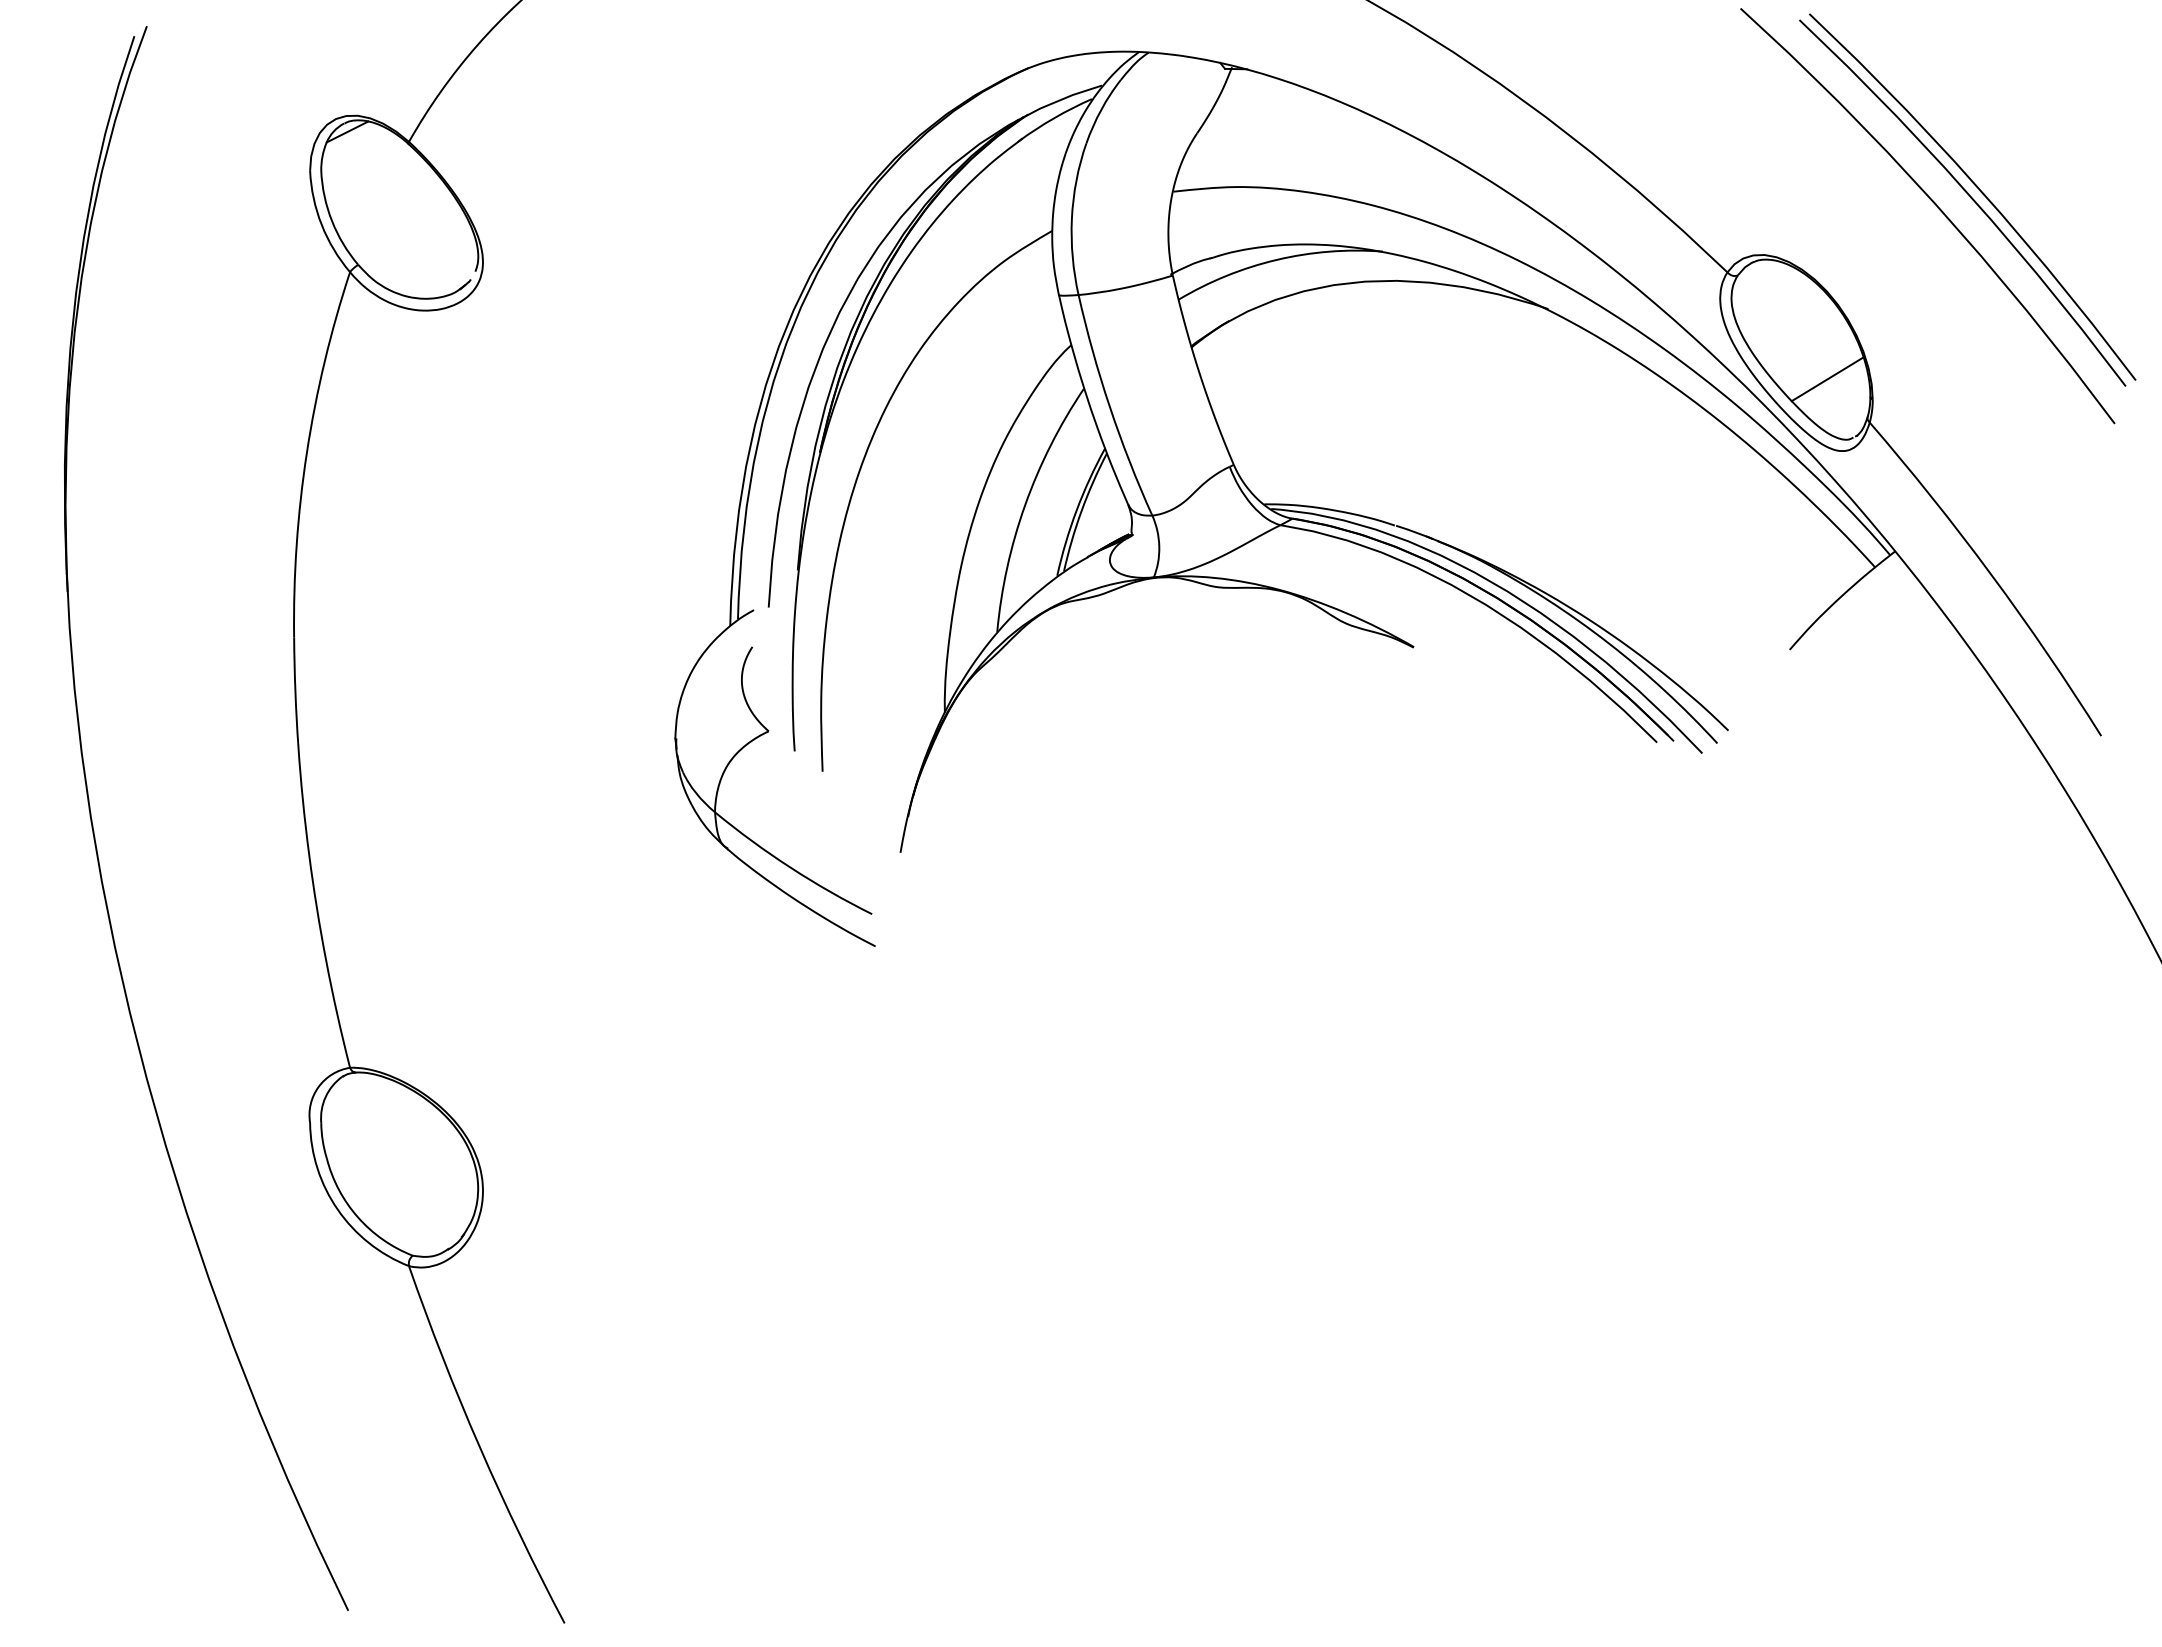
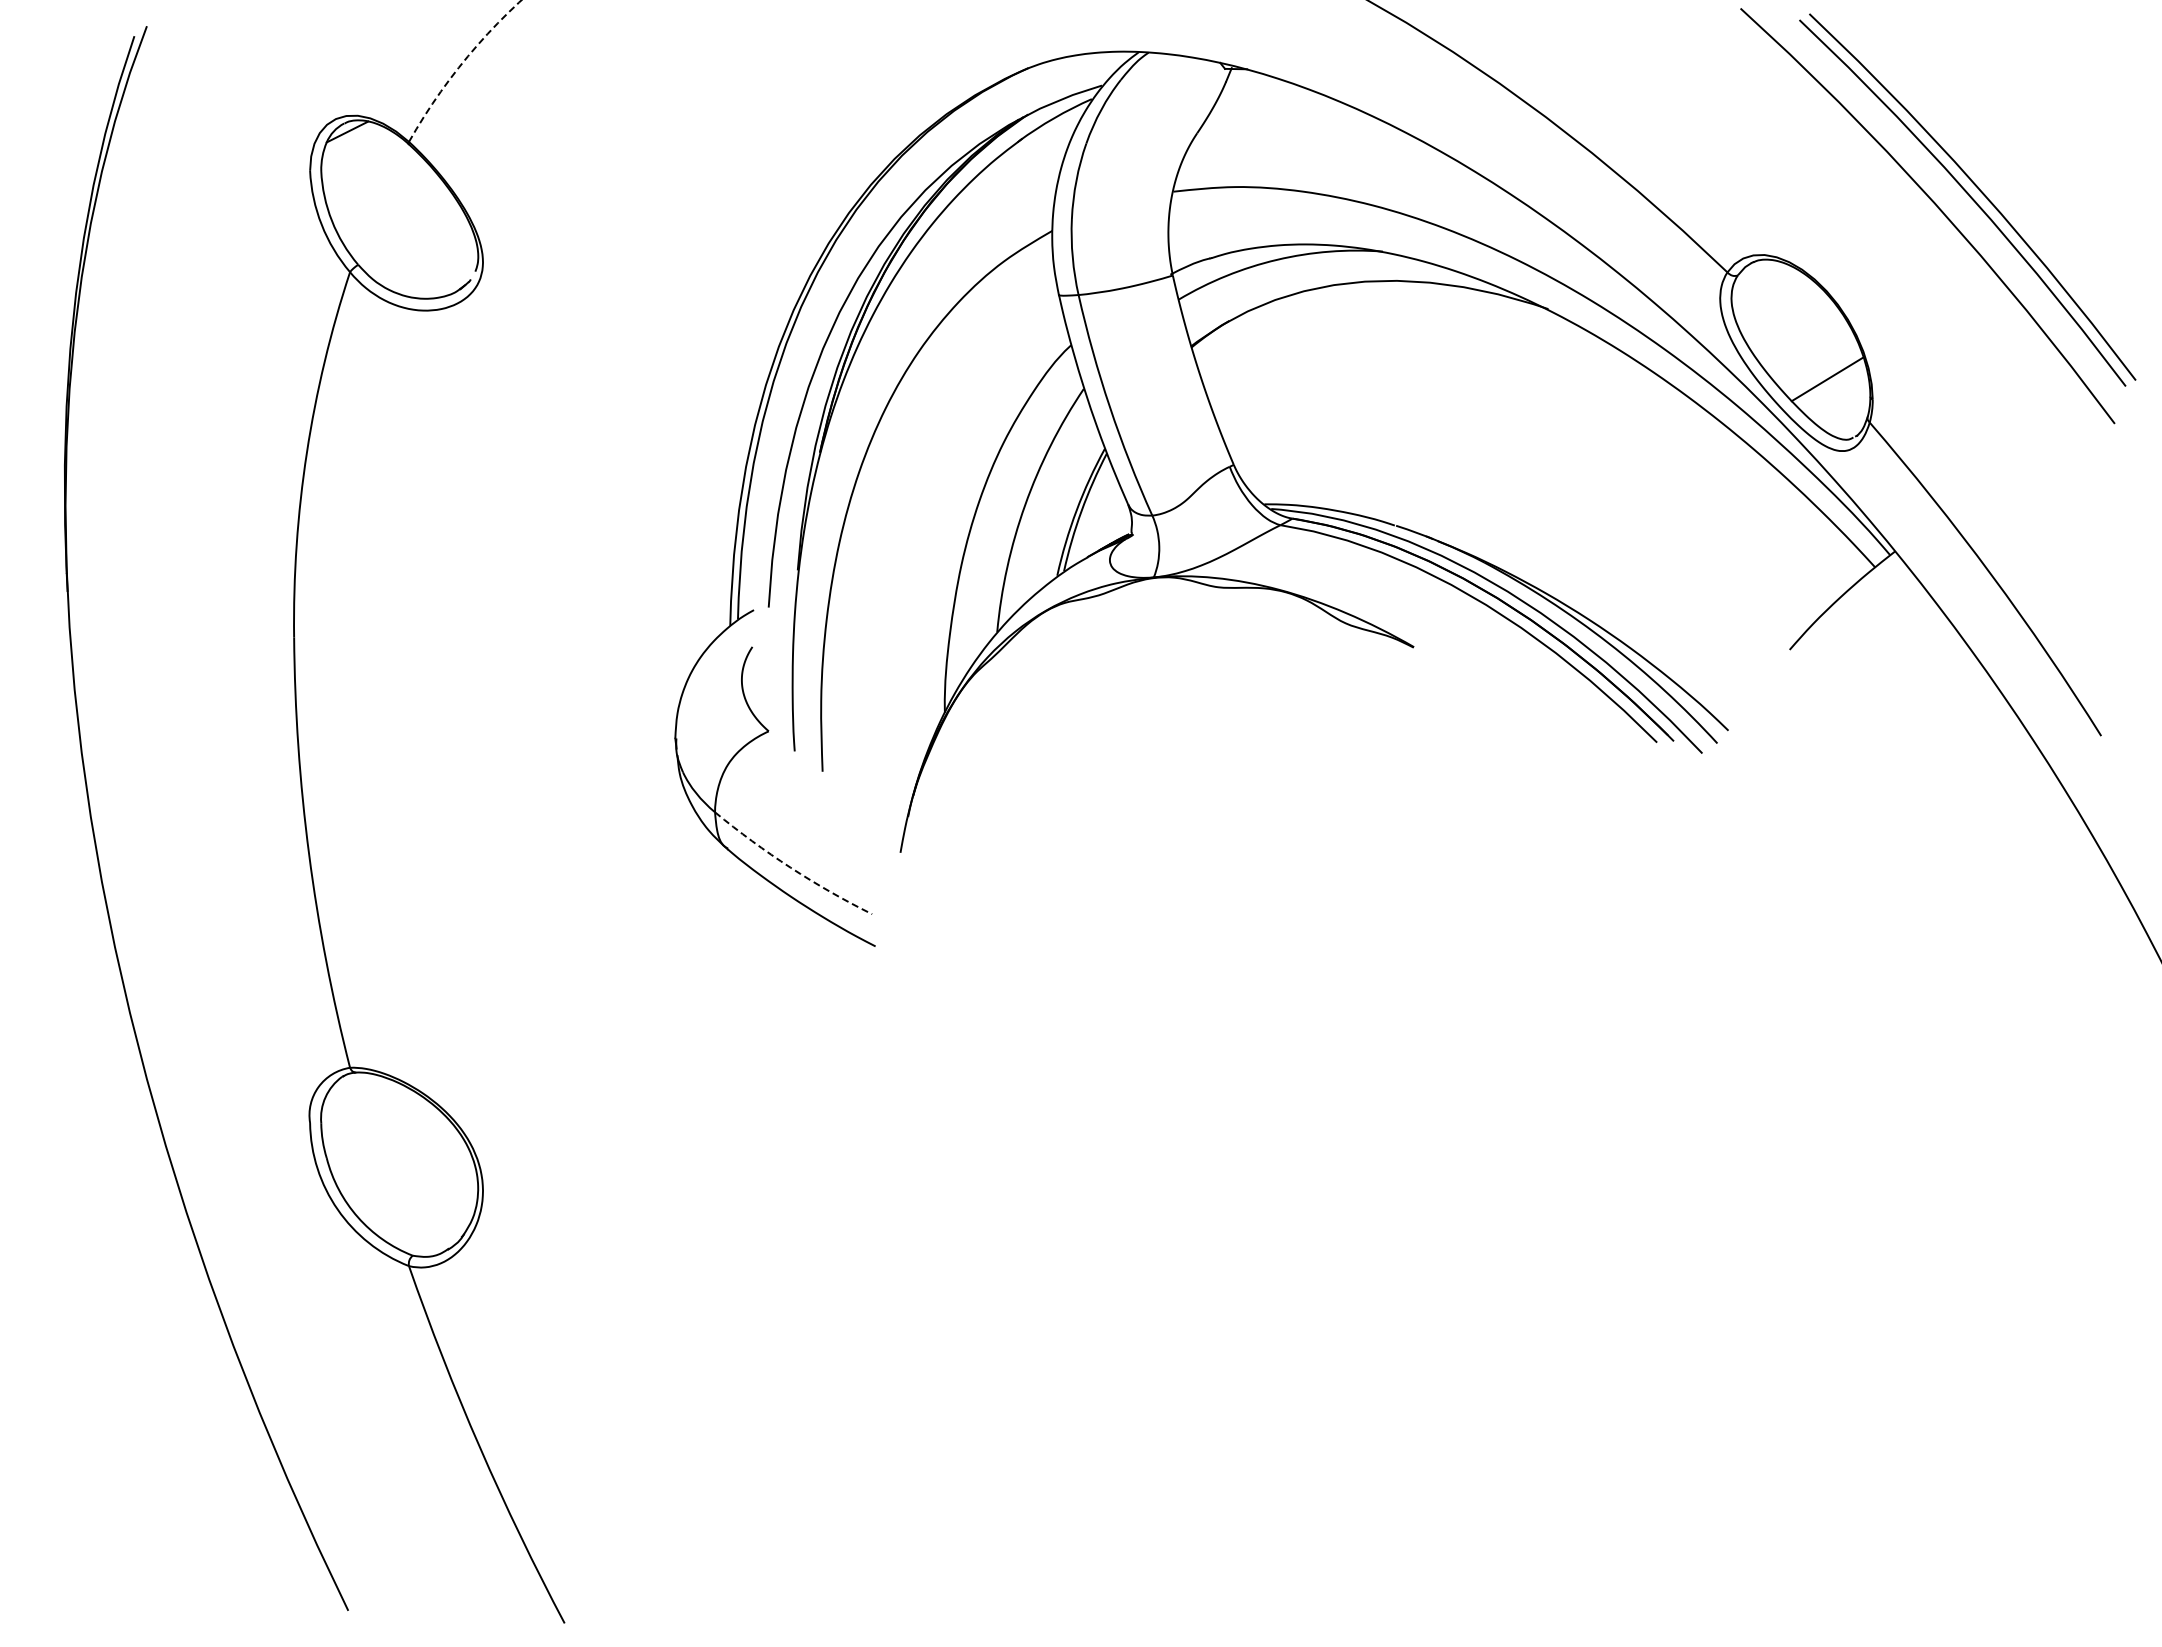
arc at (459, 67): solid -> dashed
arc at (790, 867): solid -> dashed
